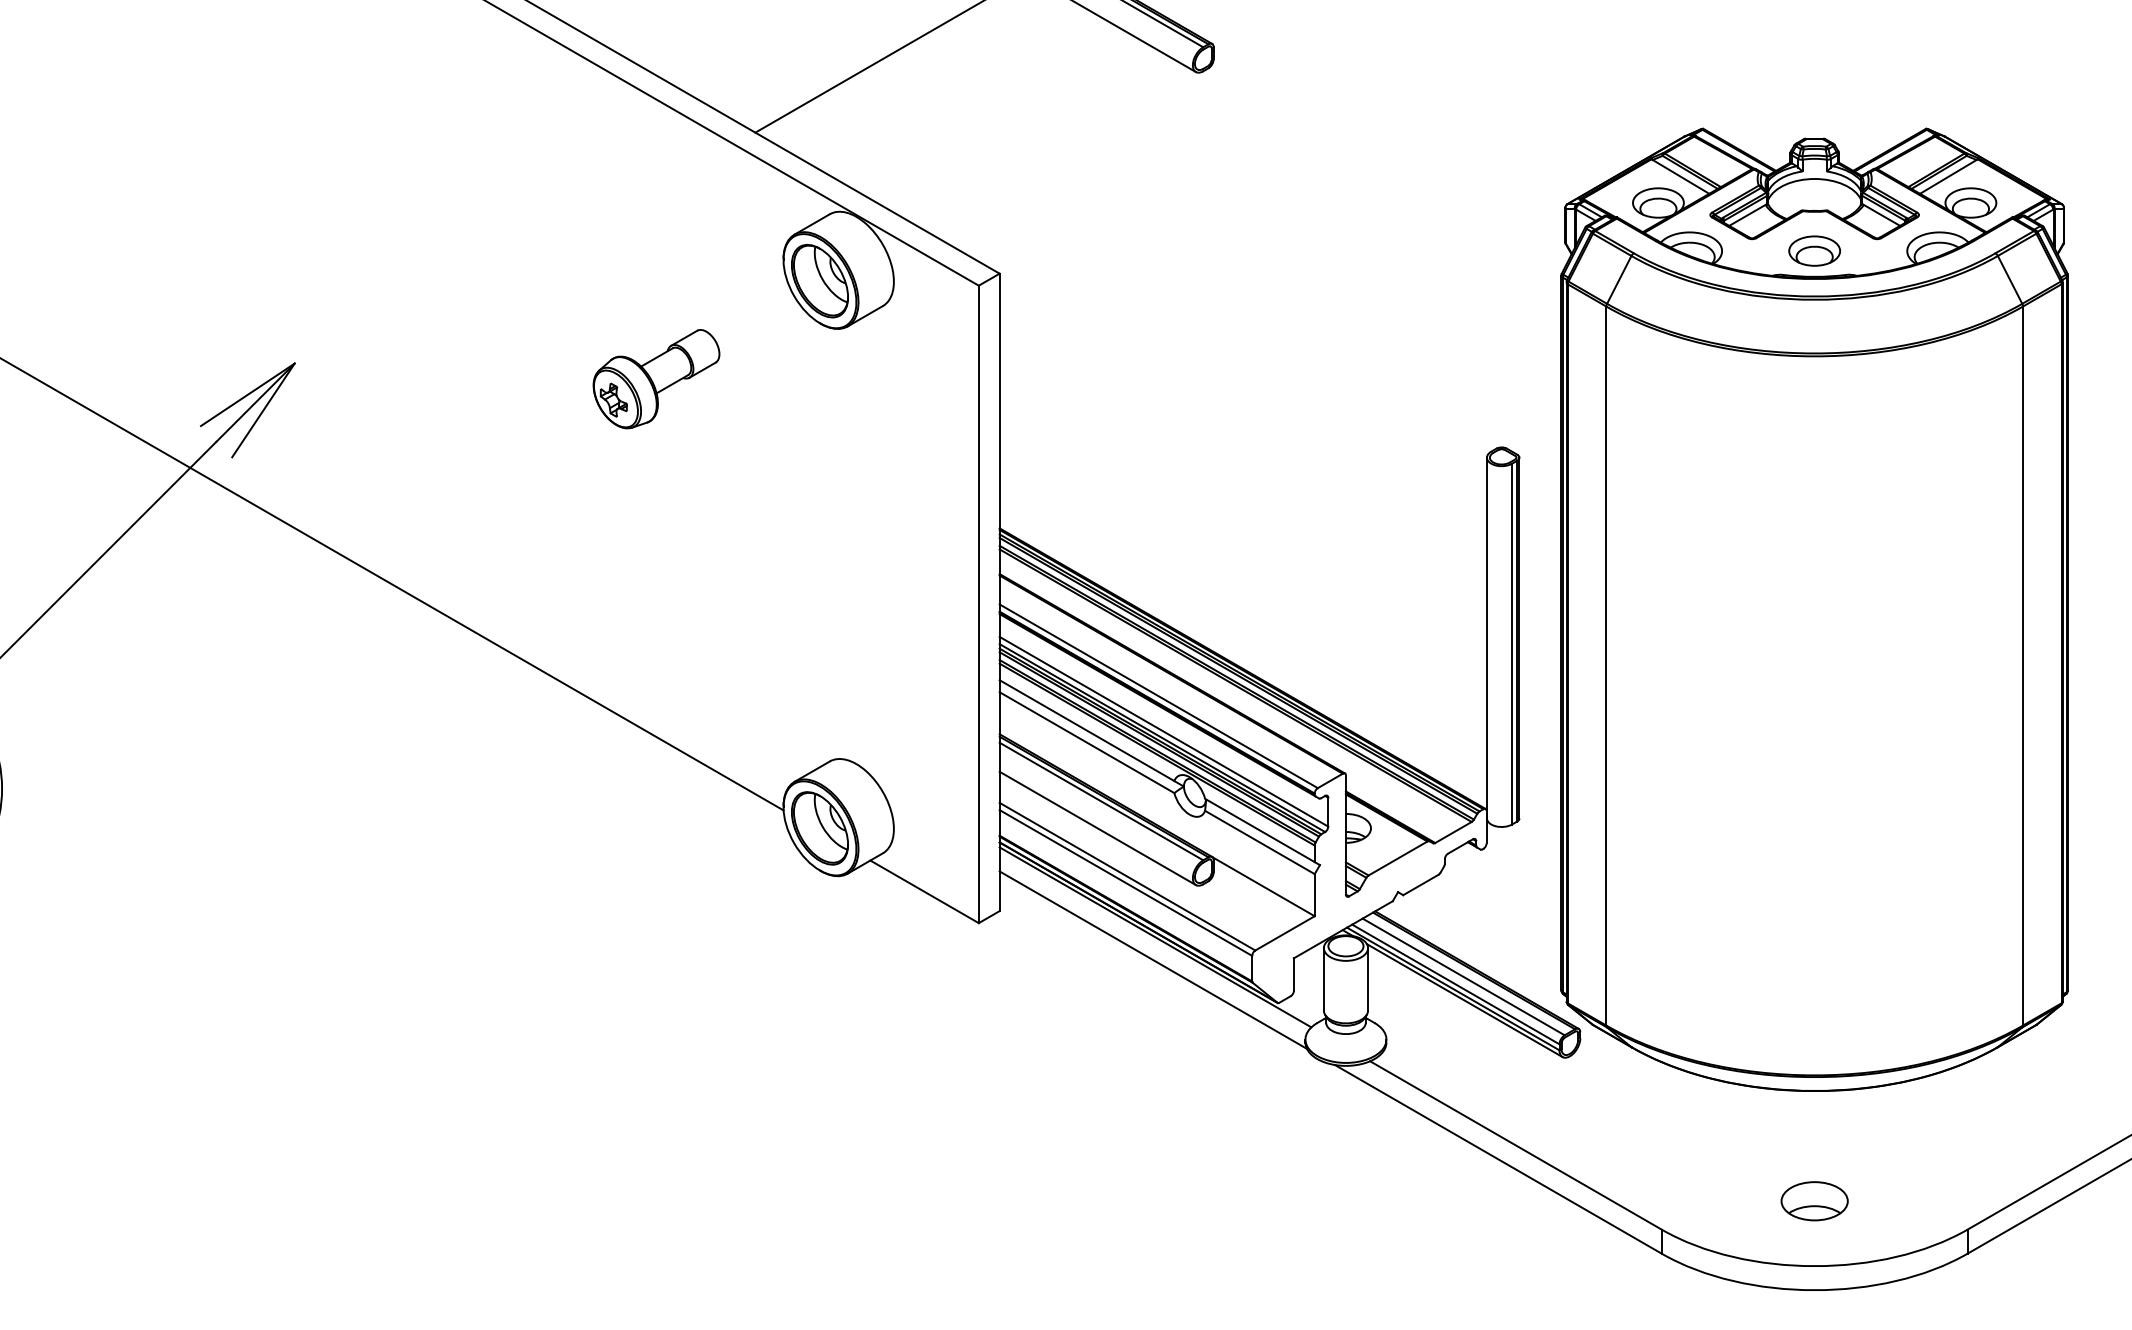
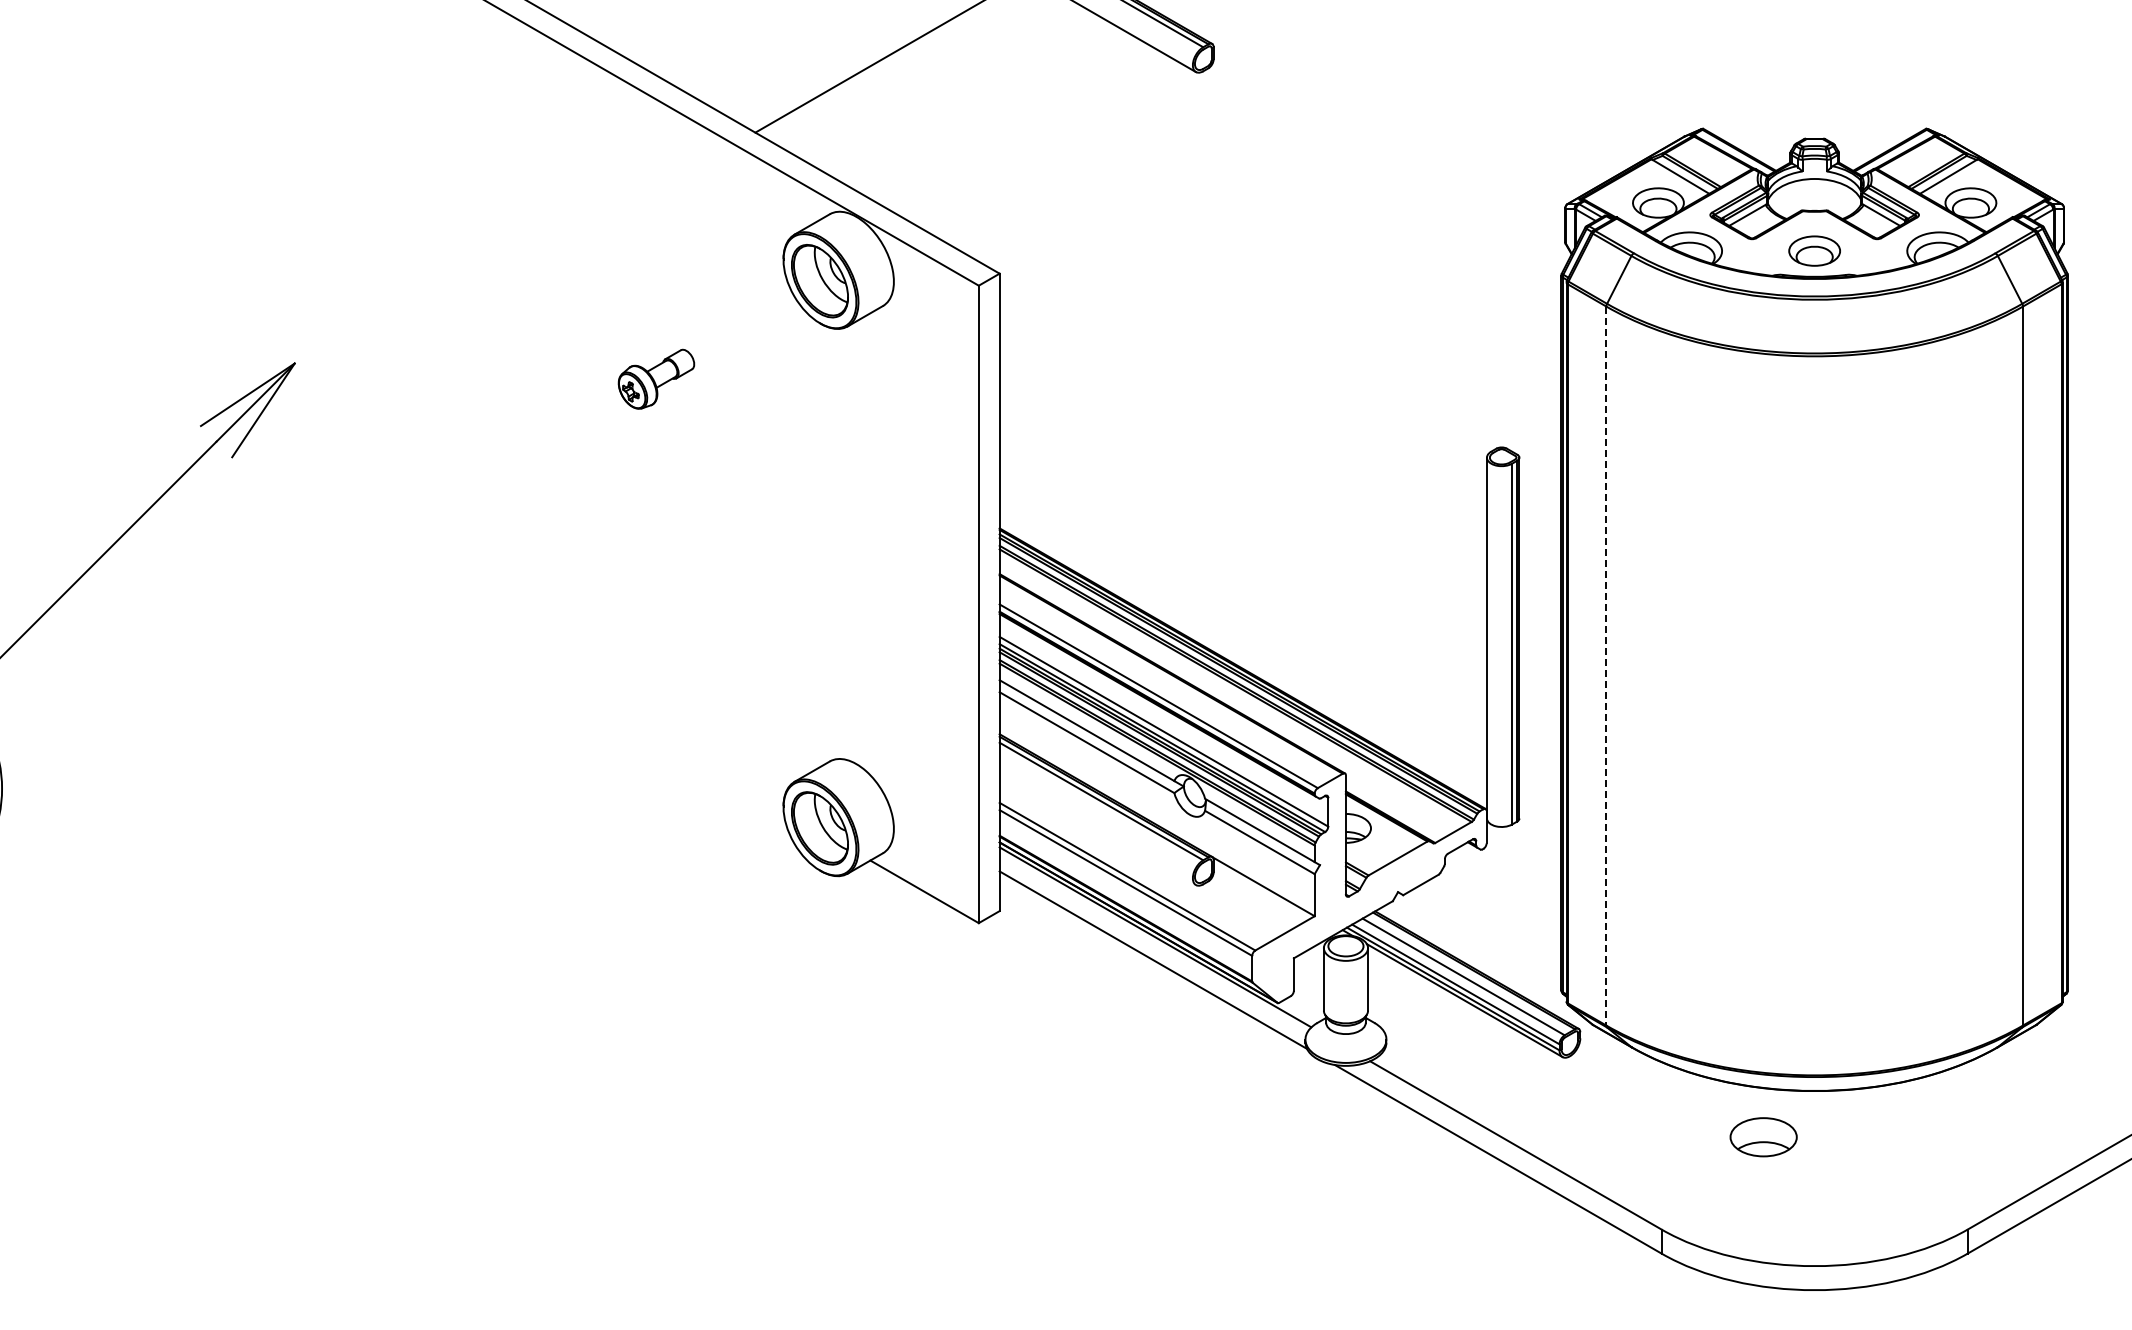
part at (656, 379) size: 129x101 px -> 79x62 px
line at (392, 584): present -> none
line at (1606, 666): solid -> dashed
line at (1097, 828): present -> none
part at (1814, 1201) position: (1814, 1201) -> (1763, 1137)
